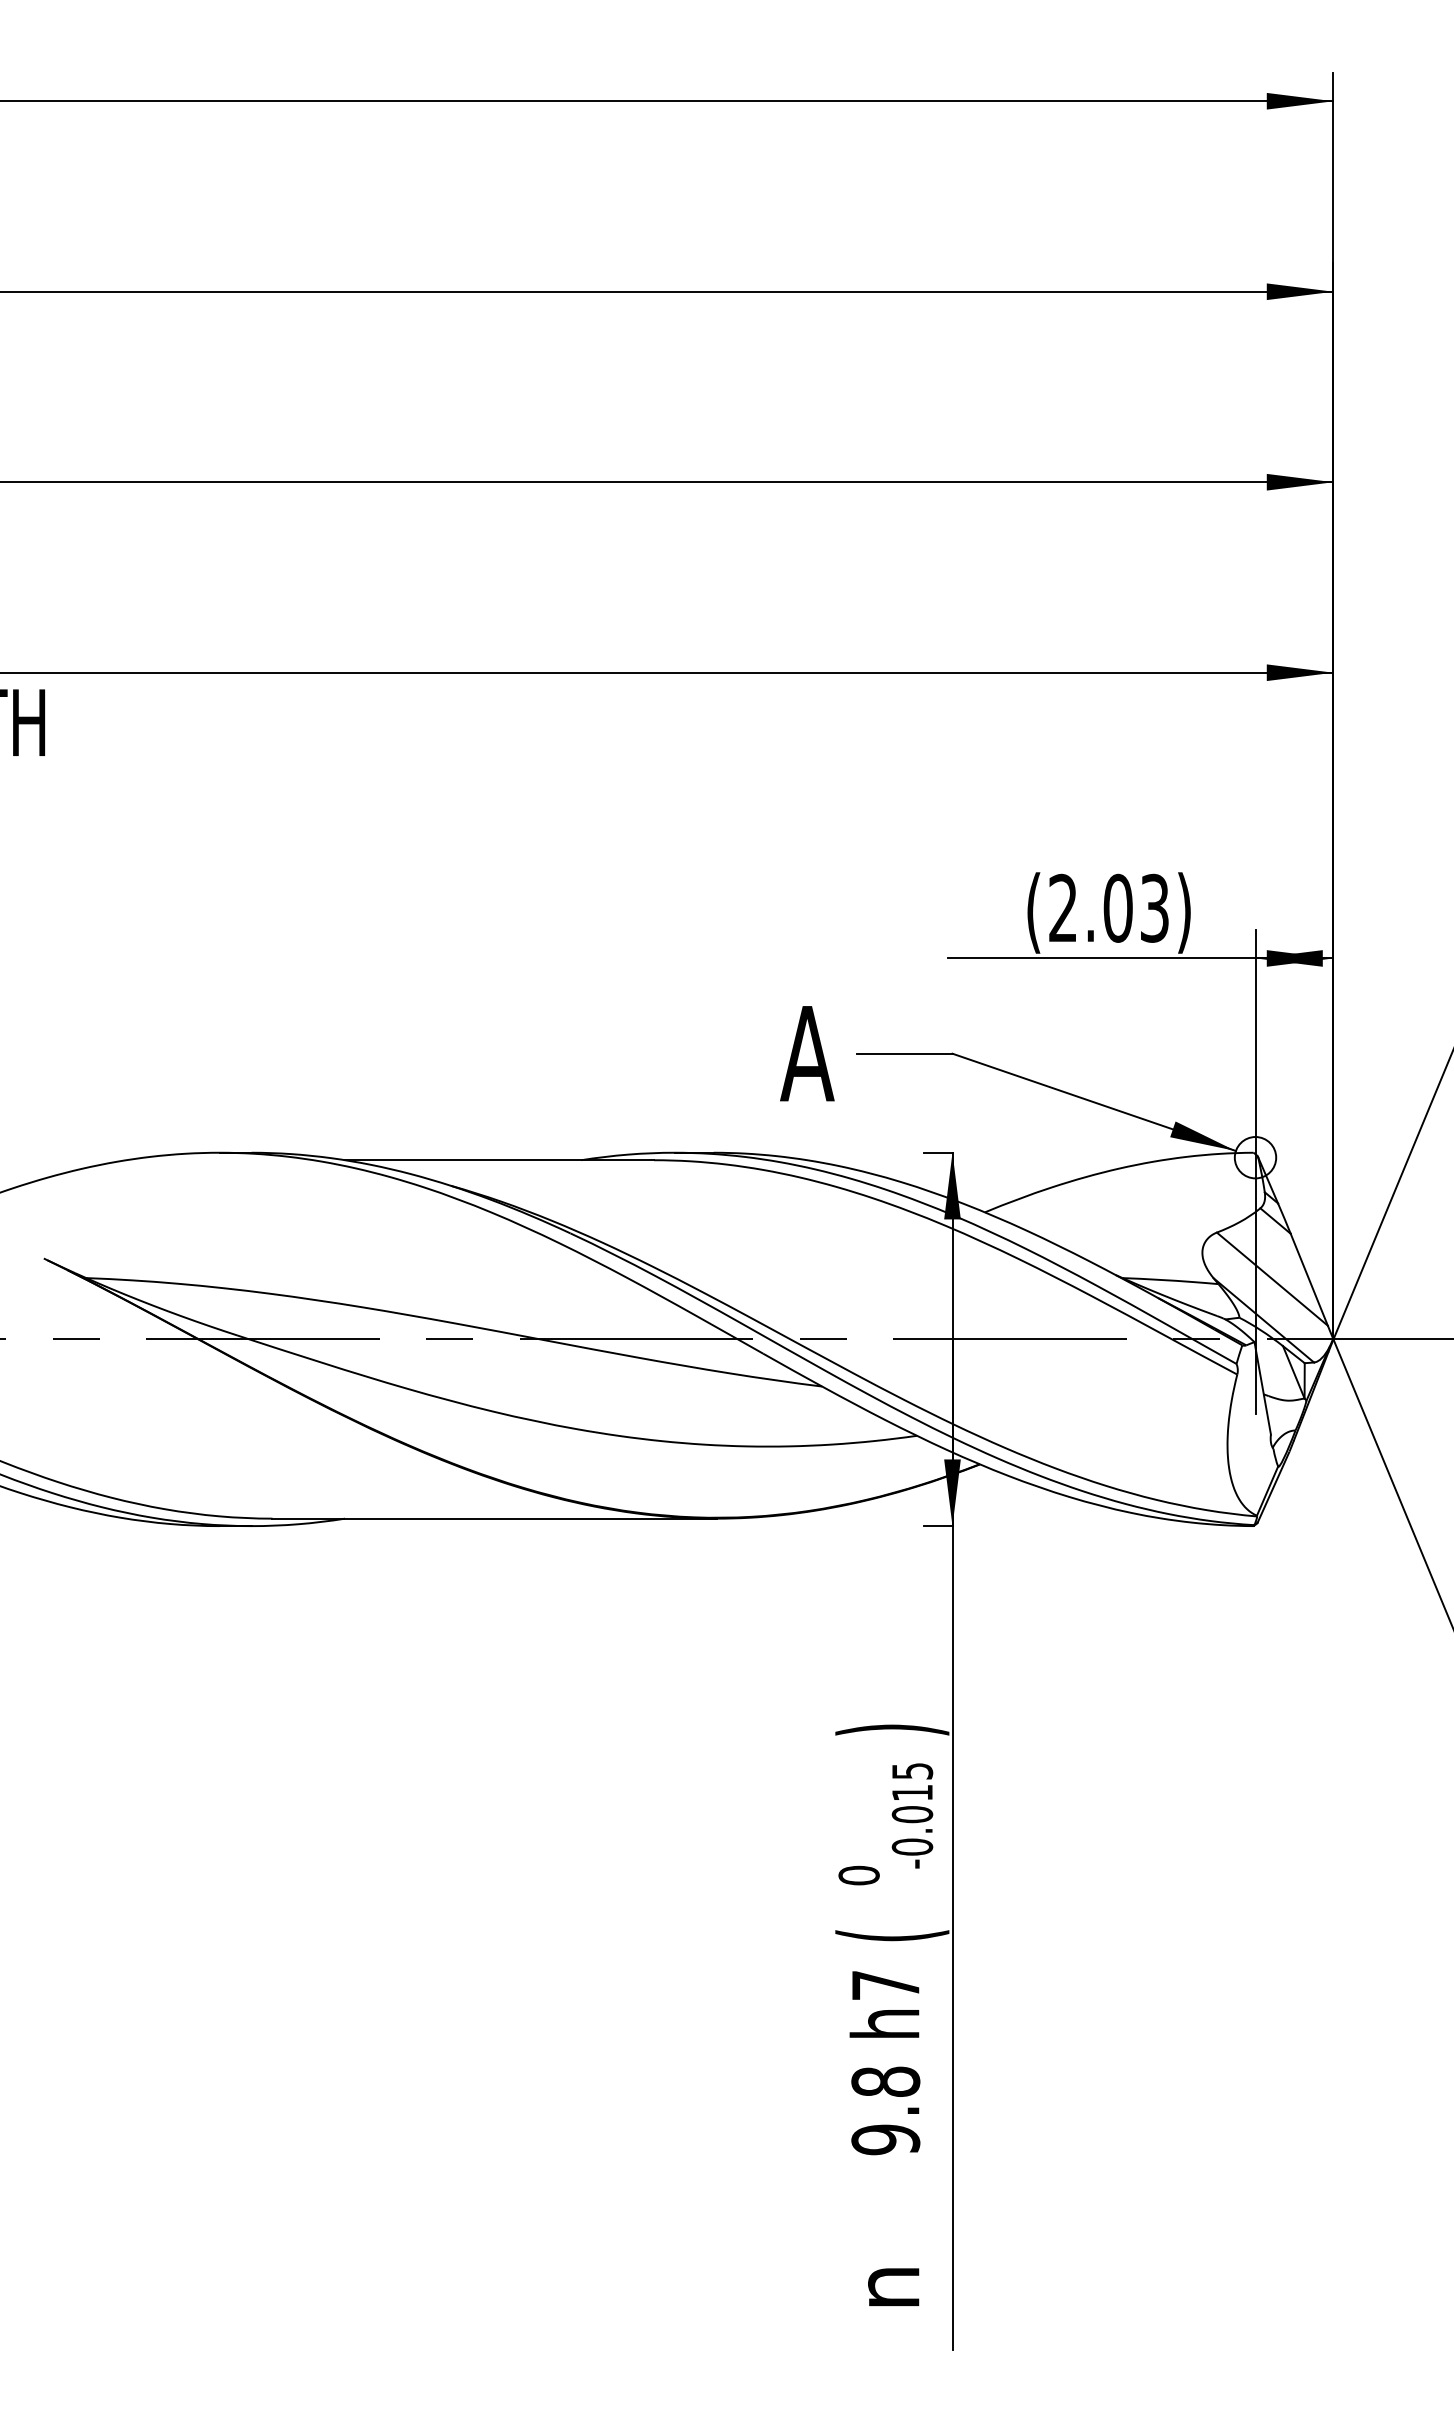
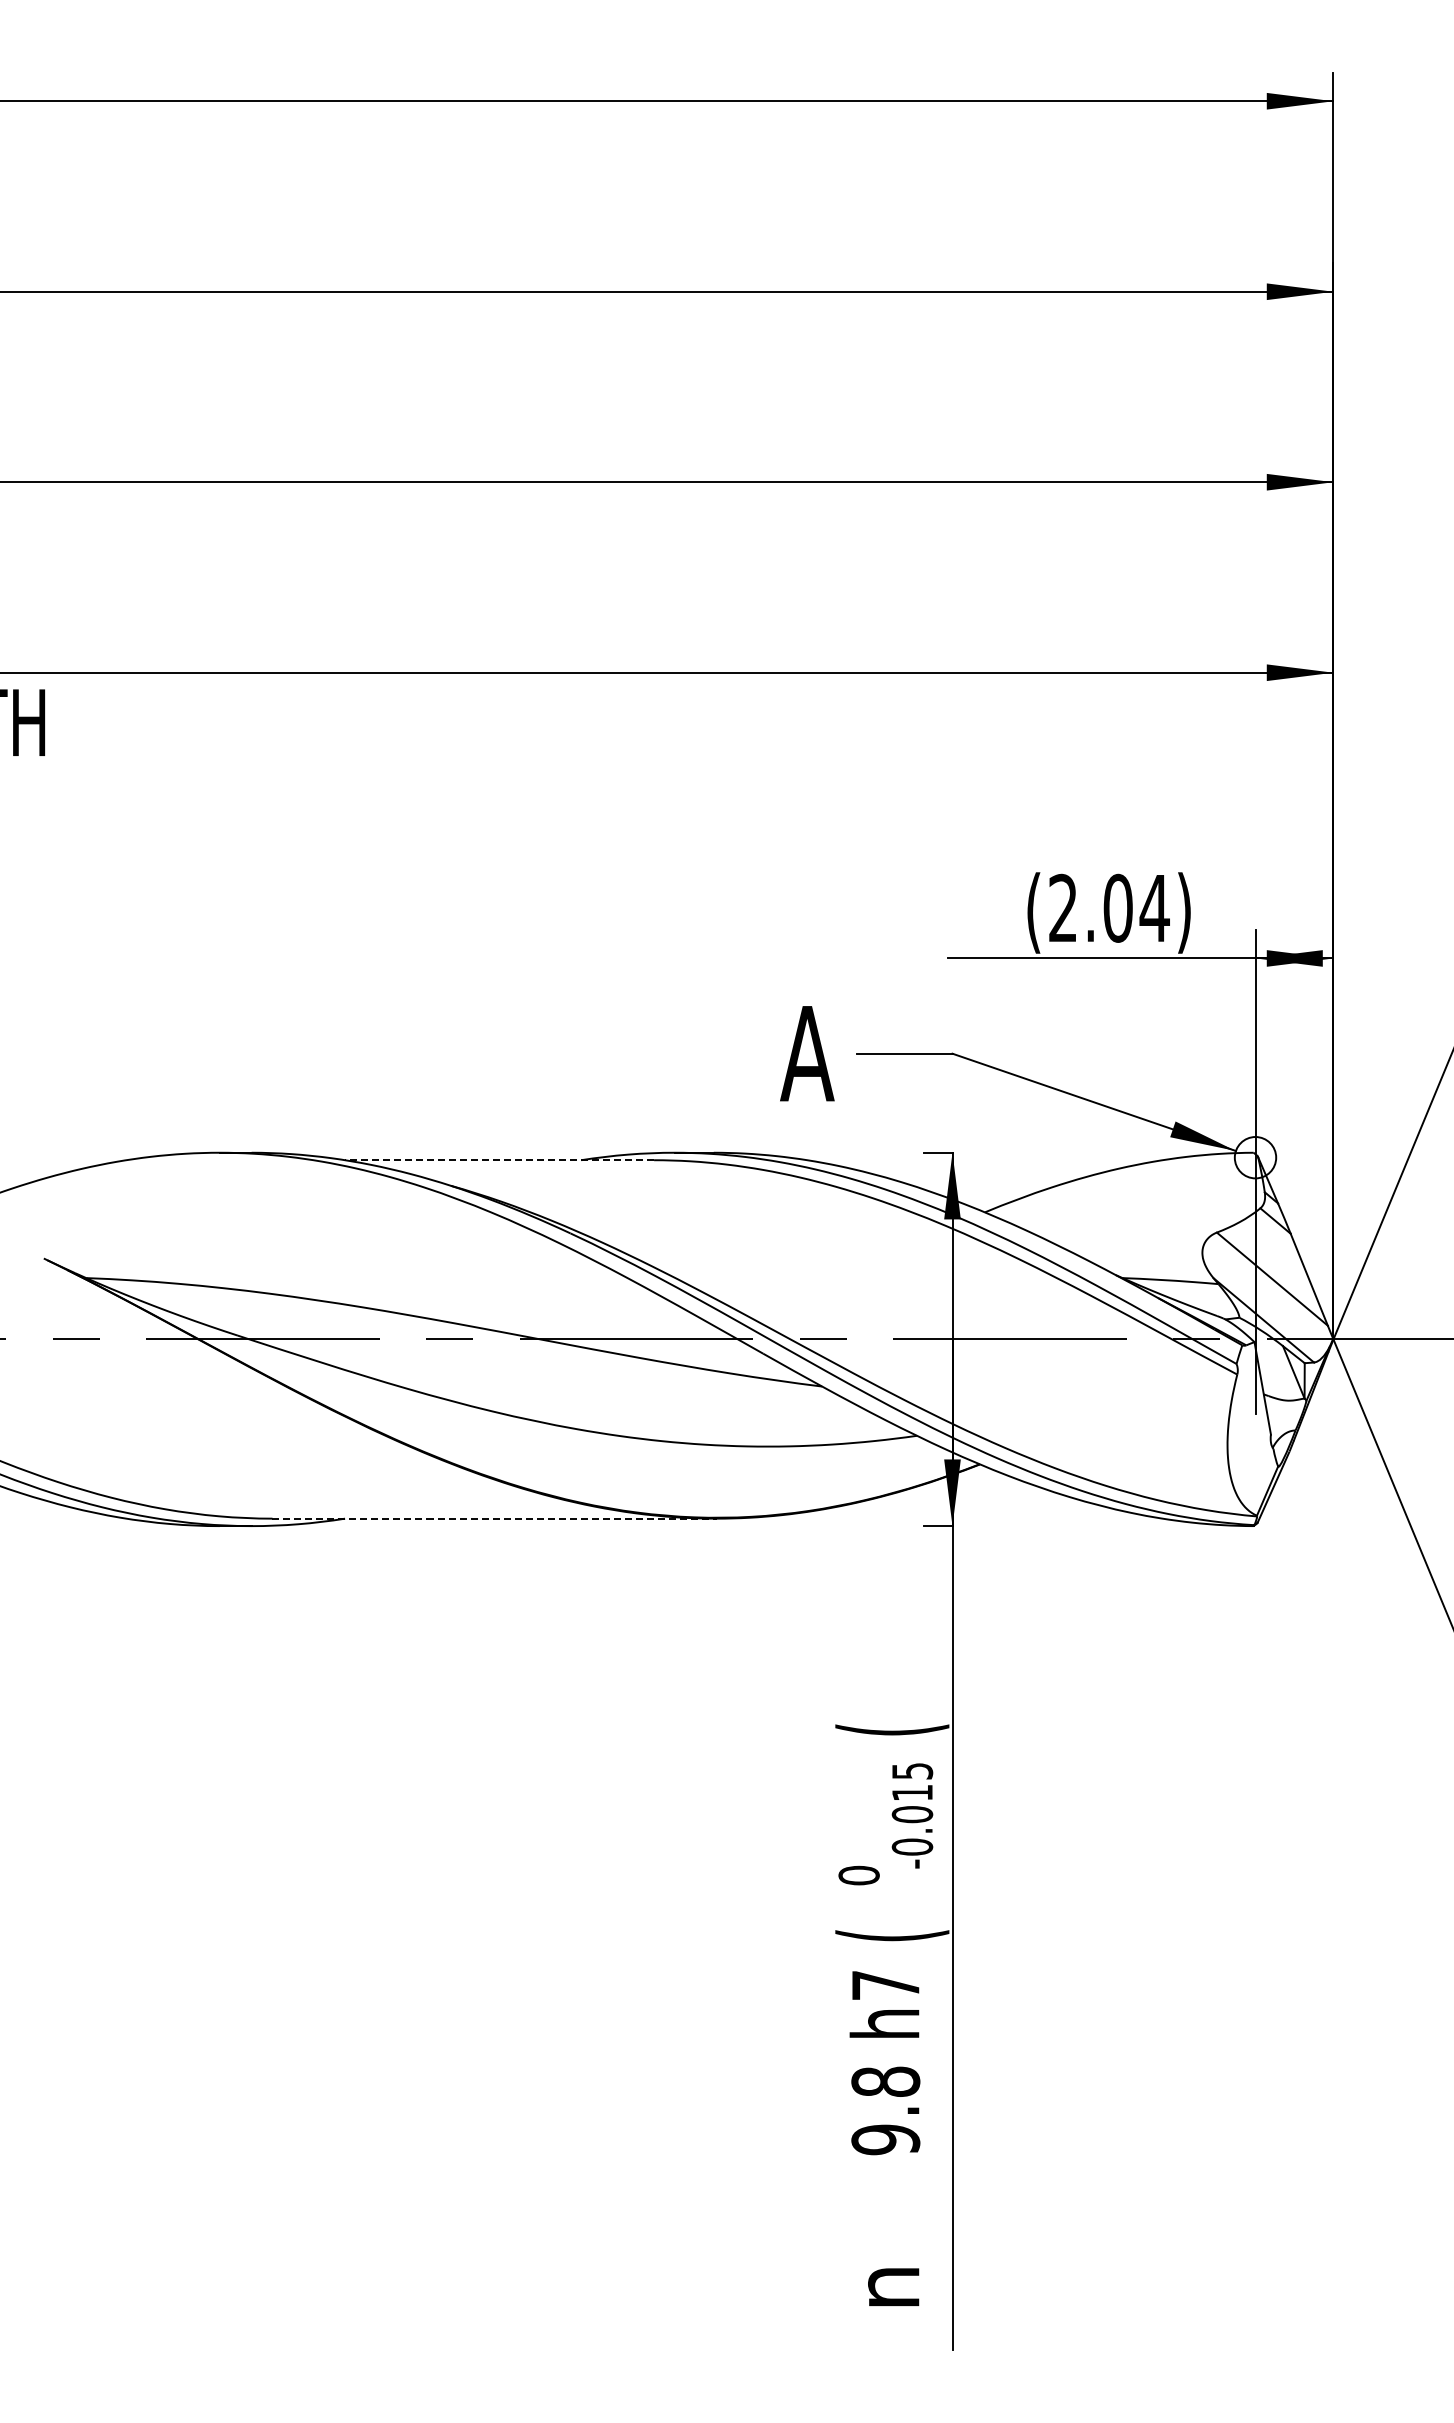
text at (1154, 907): (2.03) -> (2.04)
line at (499, 1160): solid -> dashed
line at (495, 1518): solid -> dashed
text at (892, 1729): ) -> (
